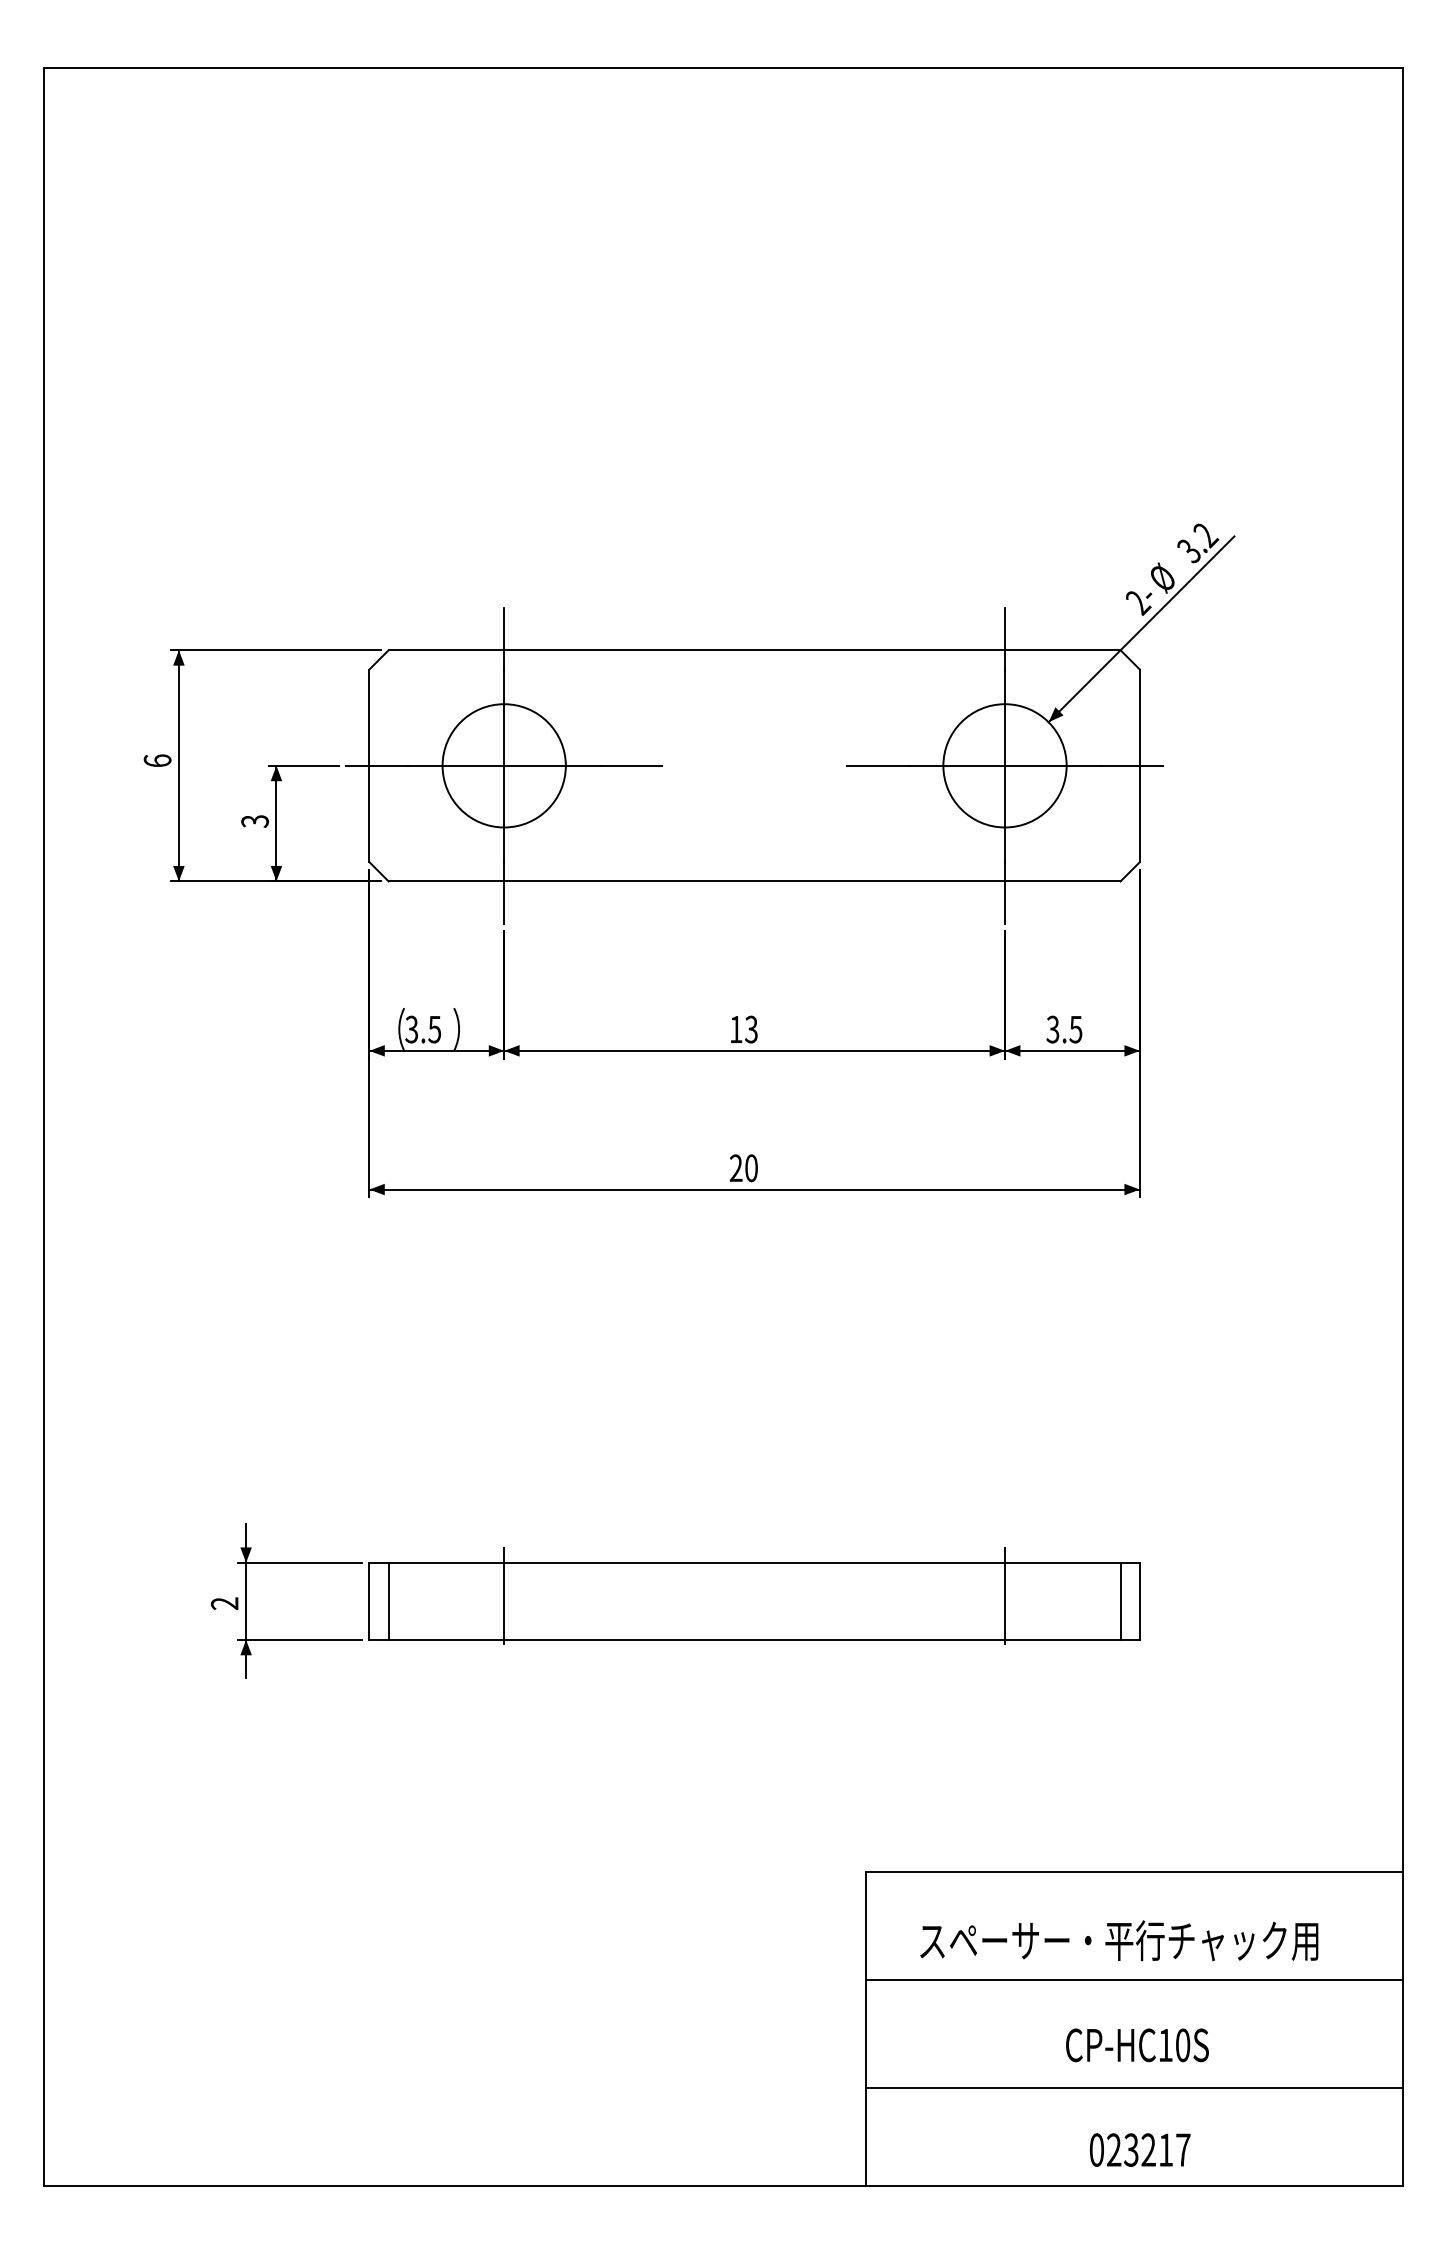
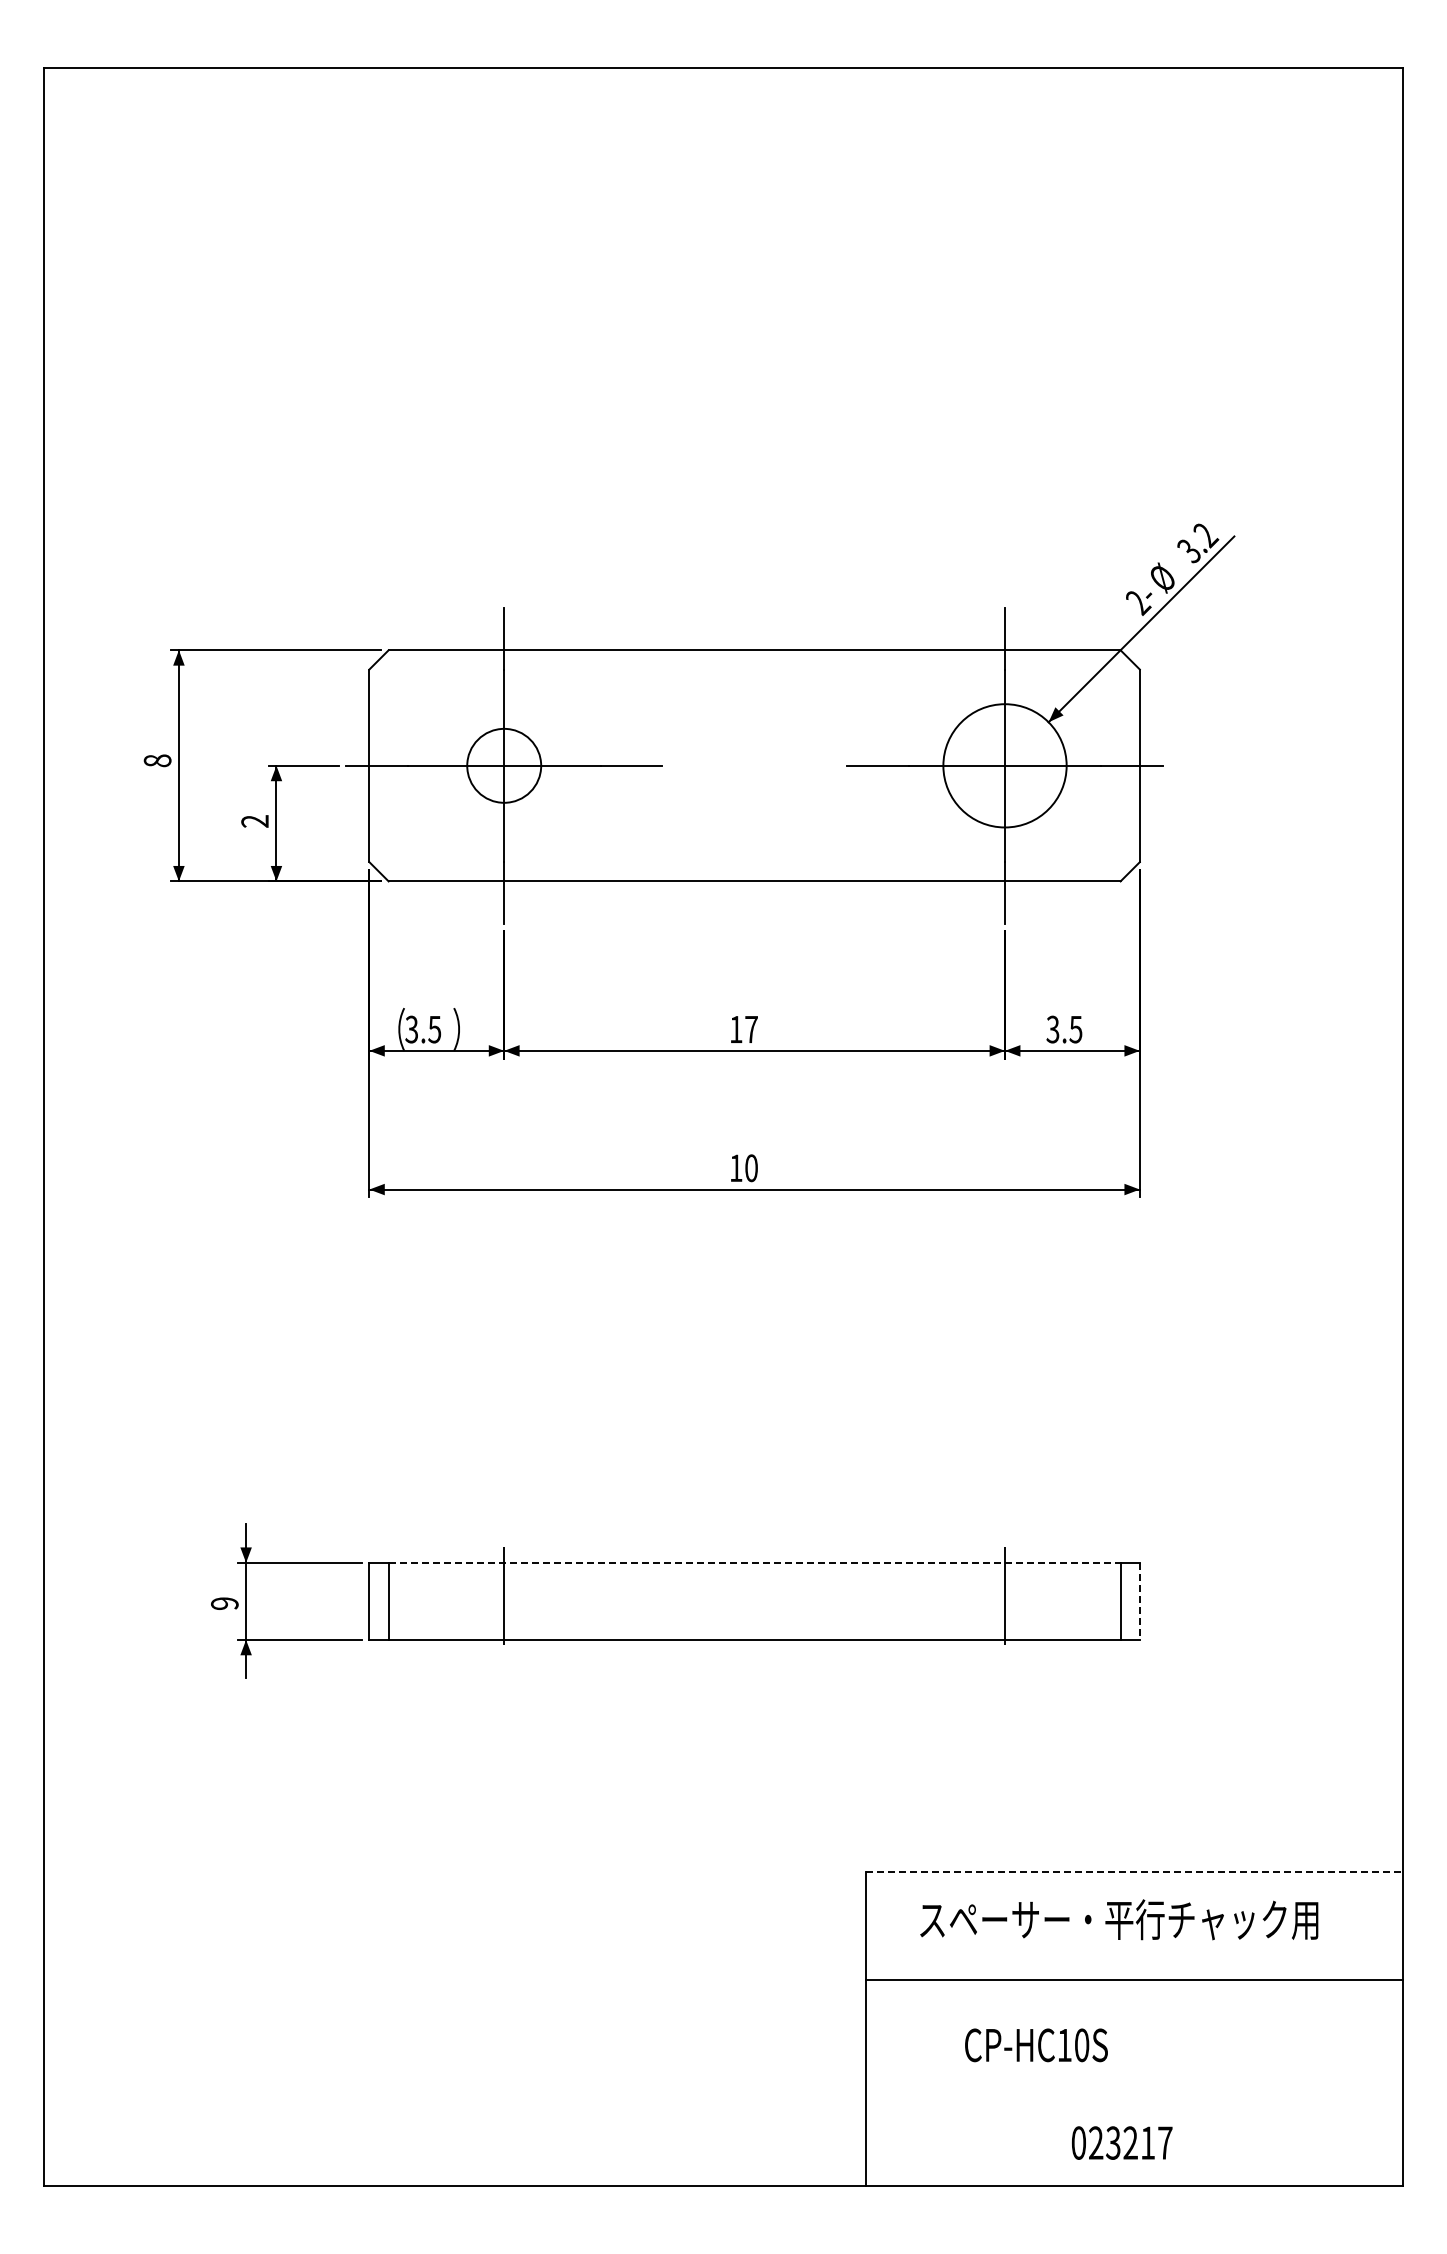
text at (157, 760): 6 -> 8
circle at (503, 765) diameter: 123 px -> 74 px
text at (254, 821): 3 -> 2
text at (751, 1029): 13 -> 17
text at (735, 1167): 20 -> 10
line at (754, 1562): solid -> dashed
line at (1139, 1601): solid -> dashed
text at (224, 1603): 2 -> 9
line at (1134, 1872): solid -> dashed
text at (1119, 1940) position: (1119, 1940) -> (1119, 1919)
text at (1137, 2045) position: (1137, 2045) -> (1036, 2045)
line at (1134, 2088): present -> none
text at (1140, 2149) position: (1140, 2149) -> (1122, 2142)
